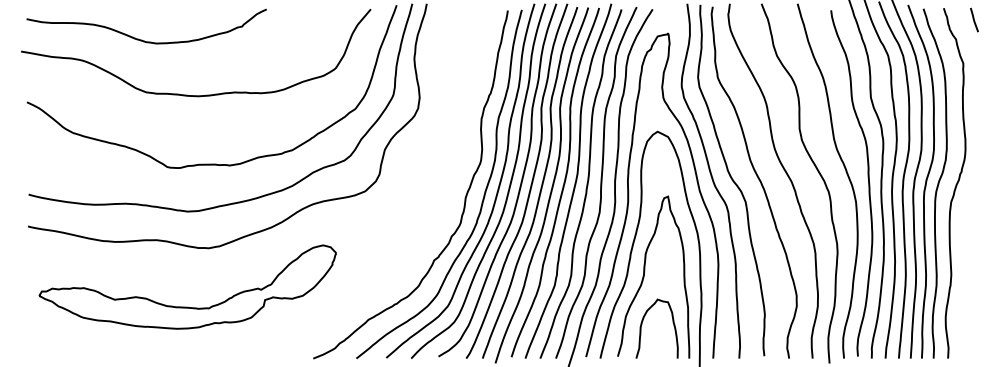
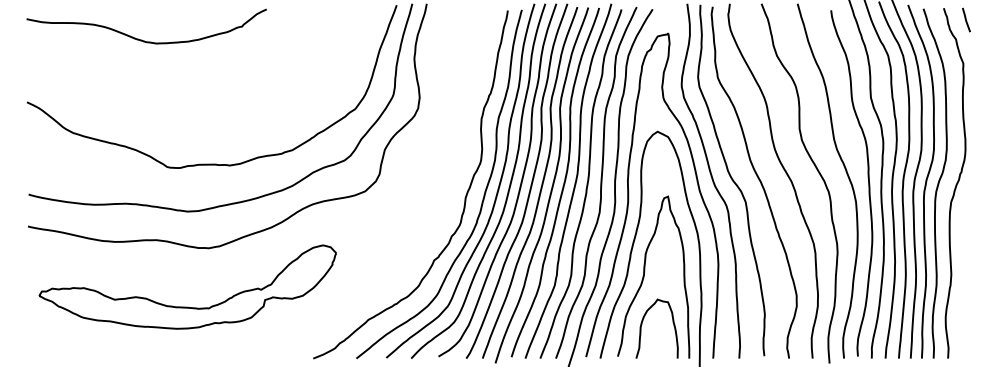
line at (974, 19) position: (974, 19) -> (966, 19)
curve at (187, 94): present -> none
